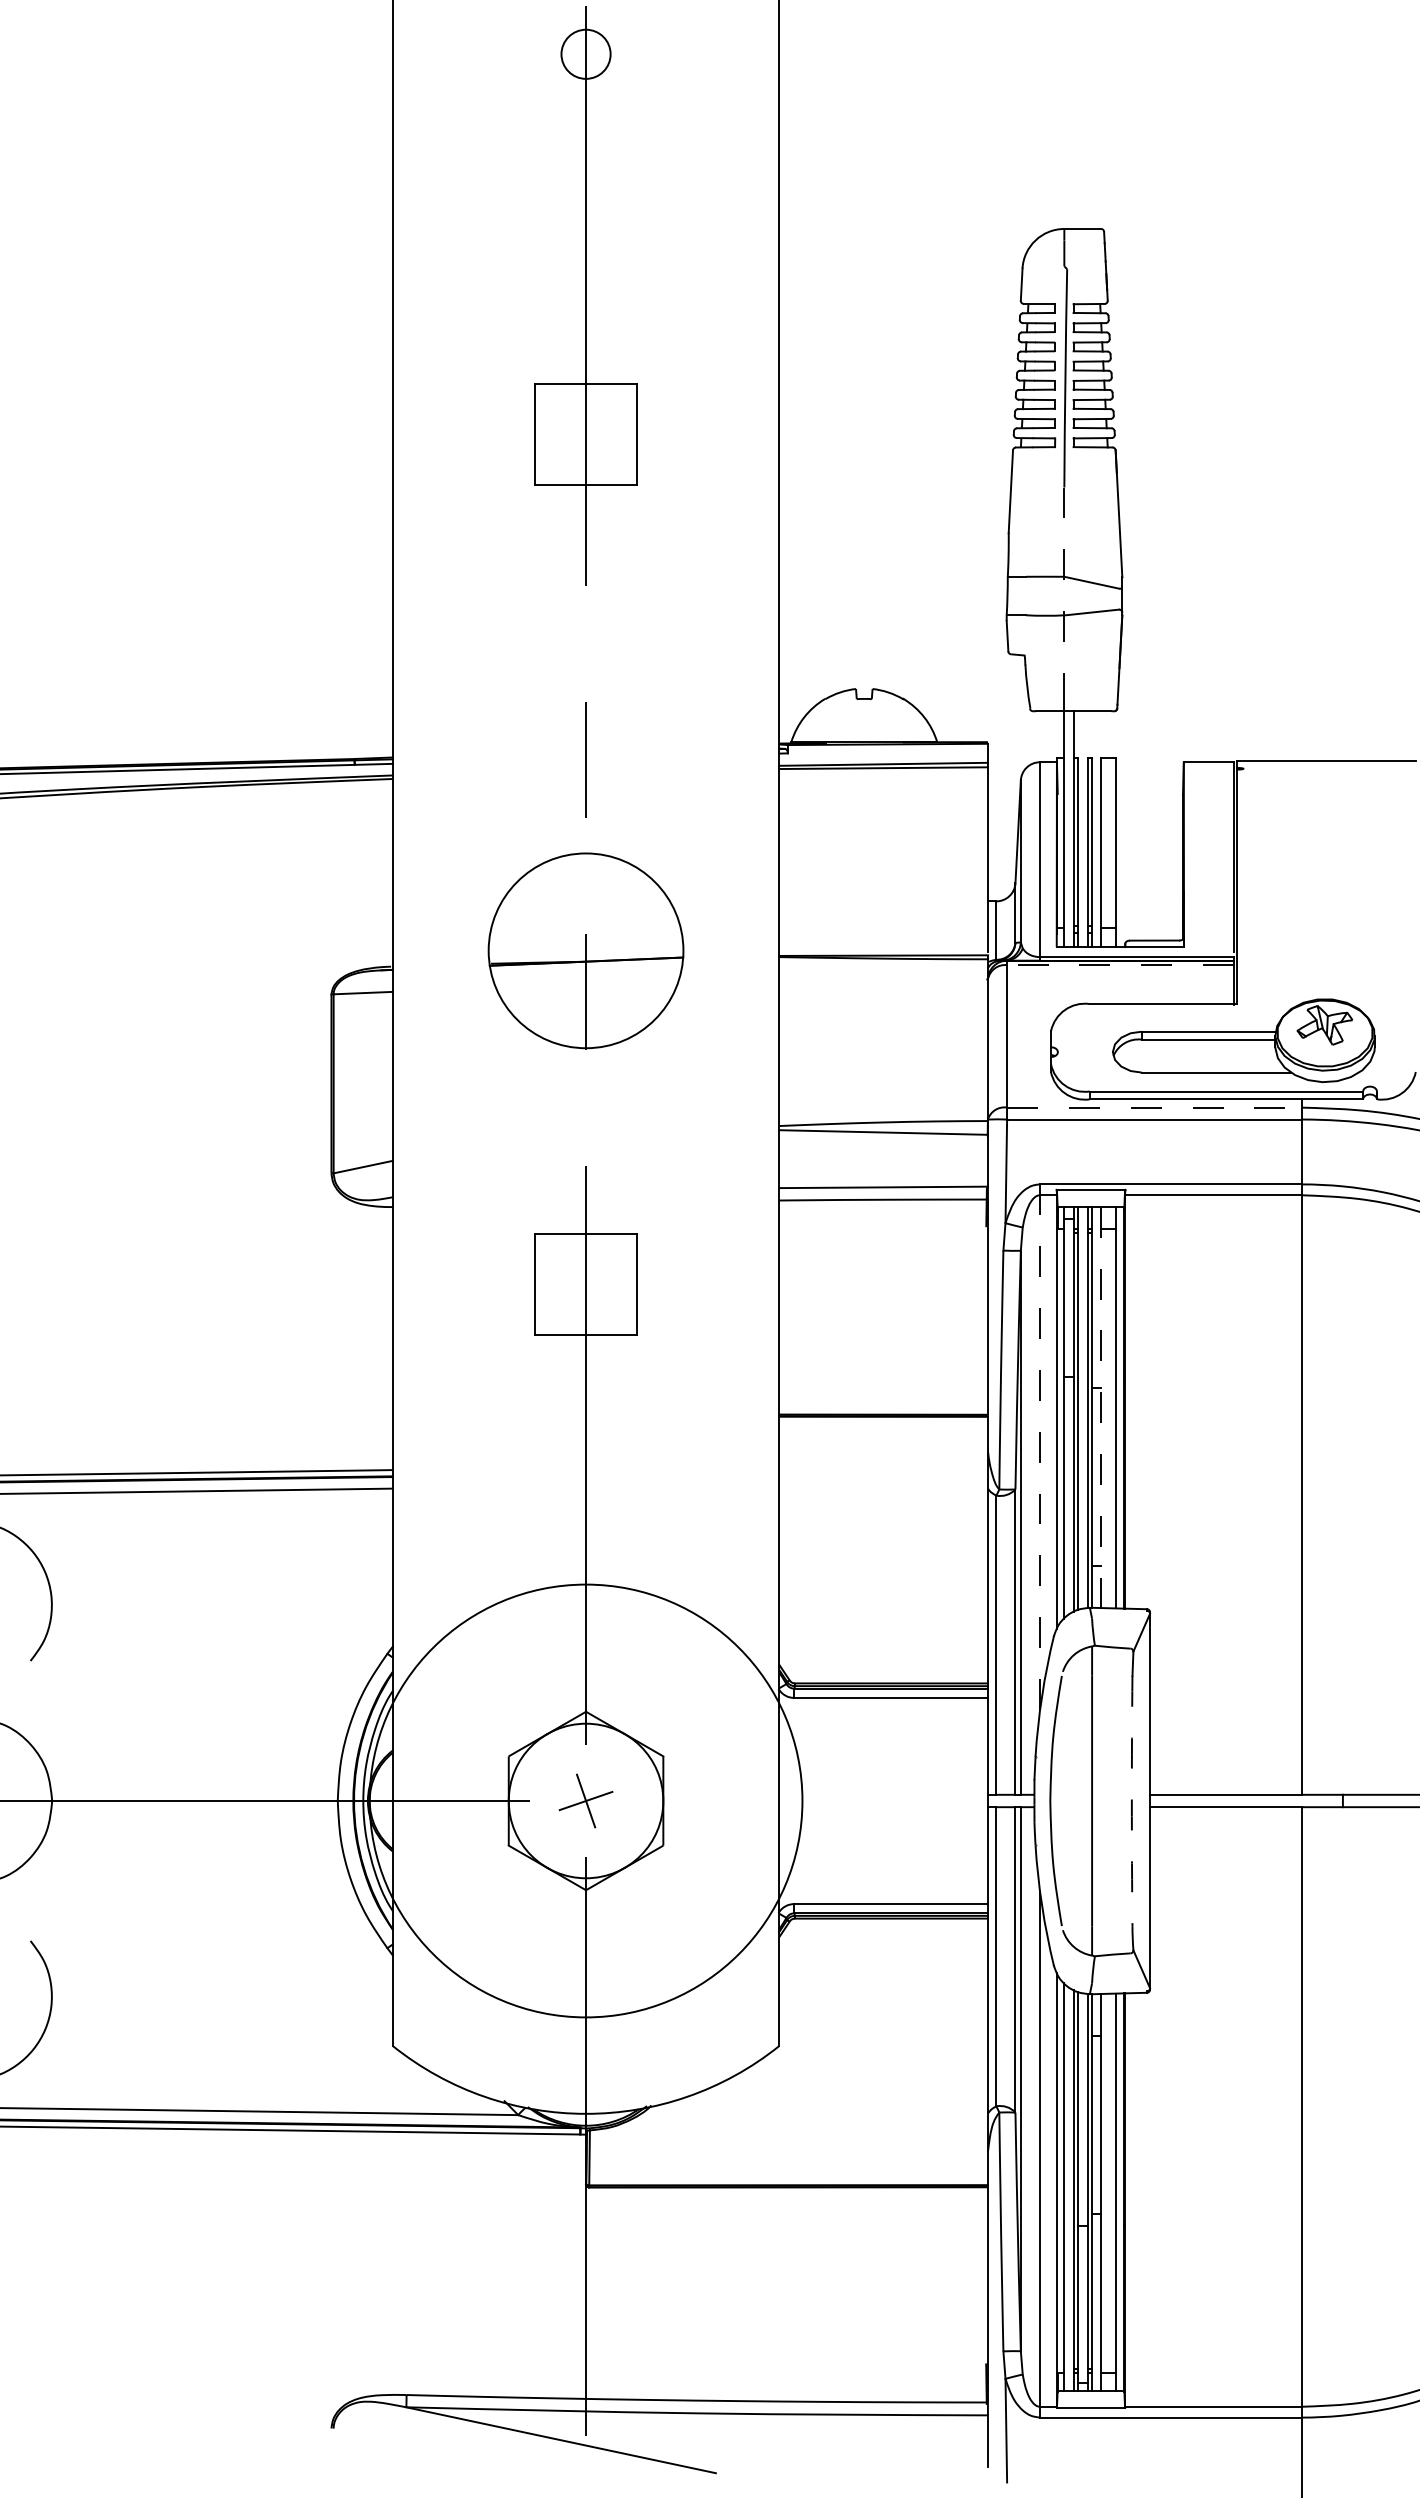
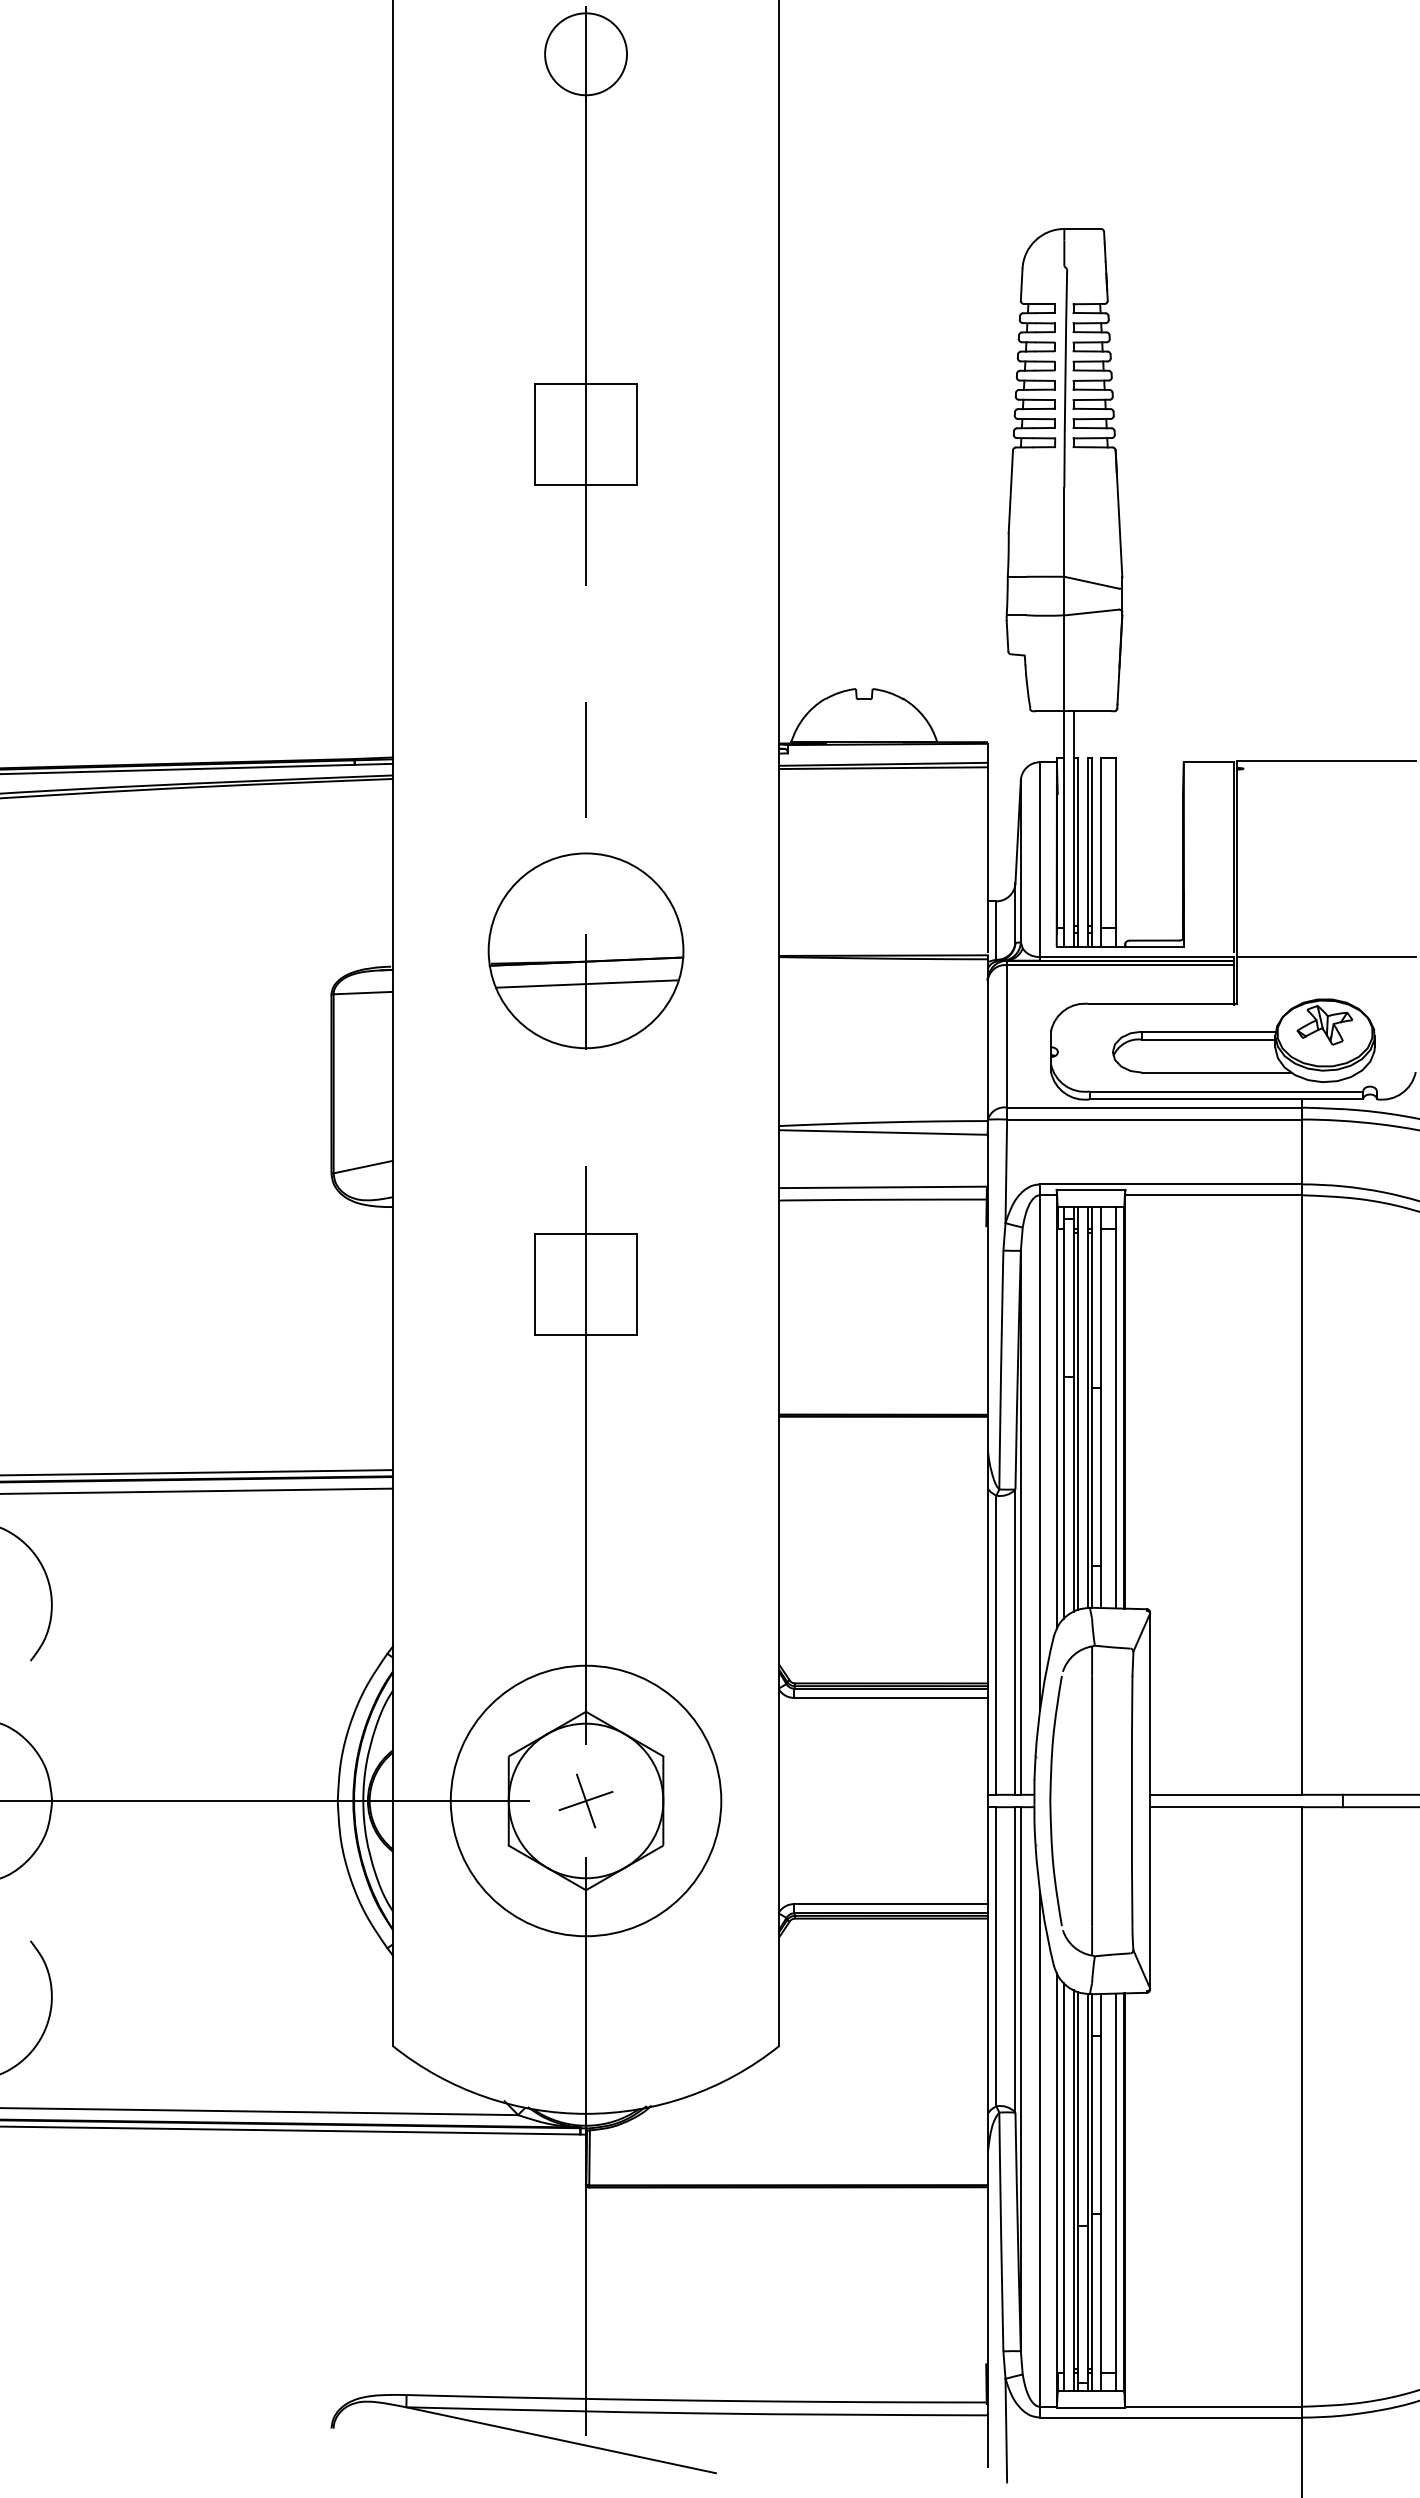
circle at (585, 53) diameter: 49 px -> 82 px
line at (1064, 592): dashed -> solid
line at (1325, 957): none -> present
line at (1120, 965): dashed -> solid
line at (586, 983): none -> present
line at (1154, 1107): dashed -> solid
line at (1101, 1407): dashed -> solid
line at (1039, 1448): dashed -> solid
circle at (585, 1800) diameter: 433 px -> 271 px
arc at (1131, 1801): dashed -> solid
